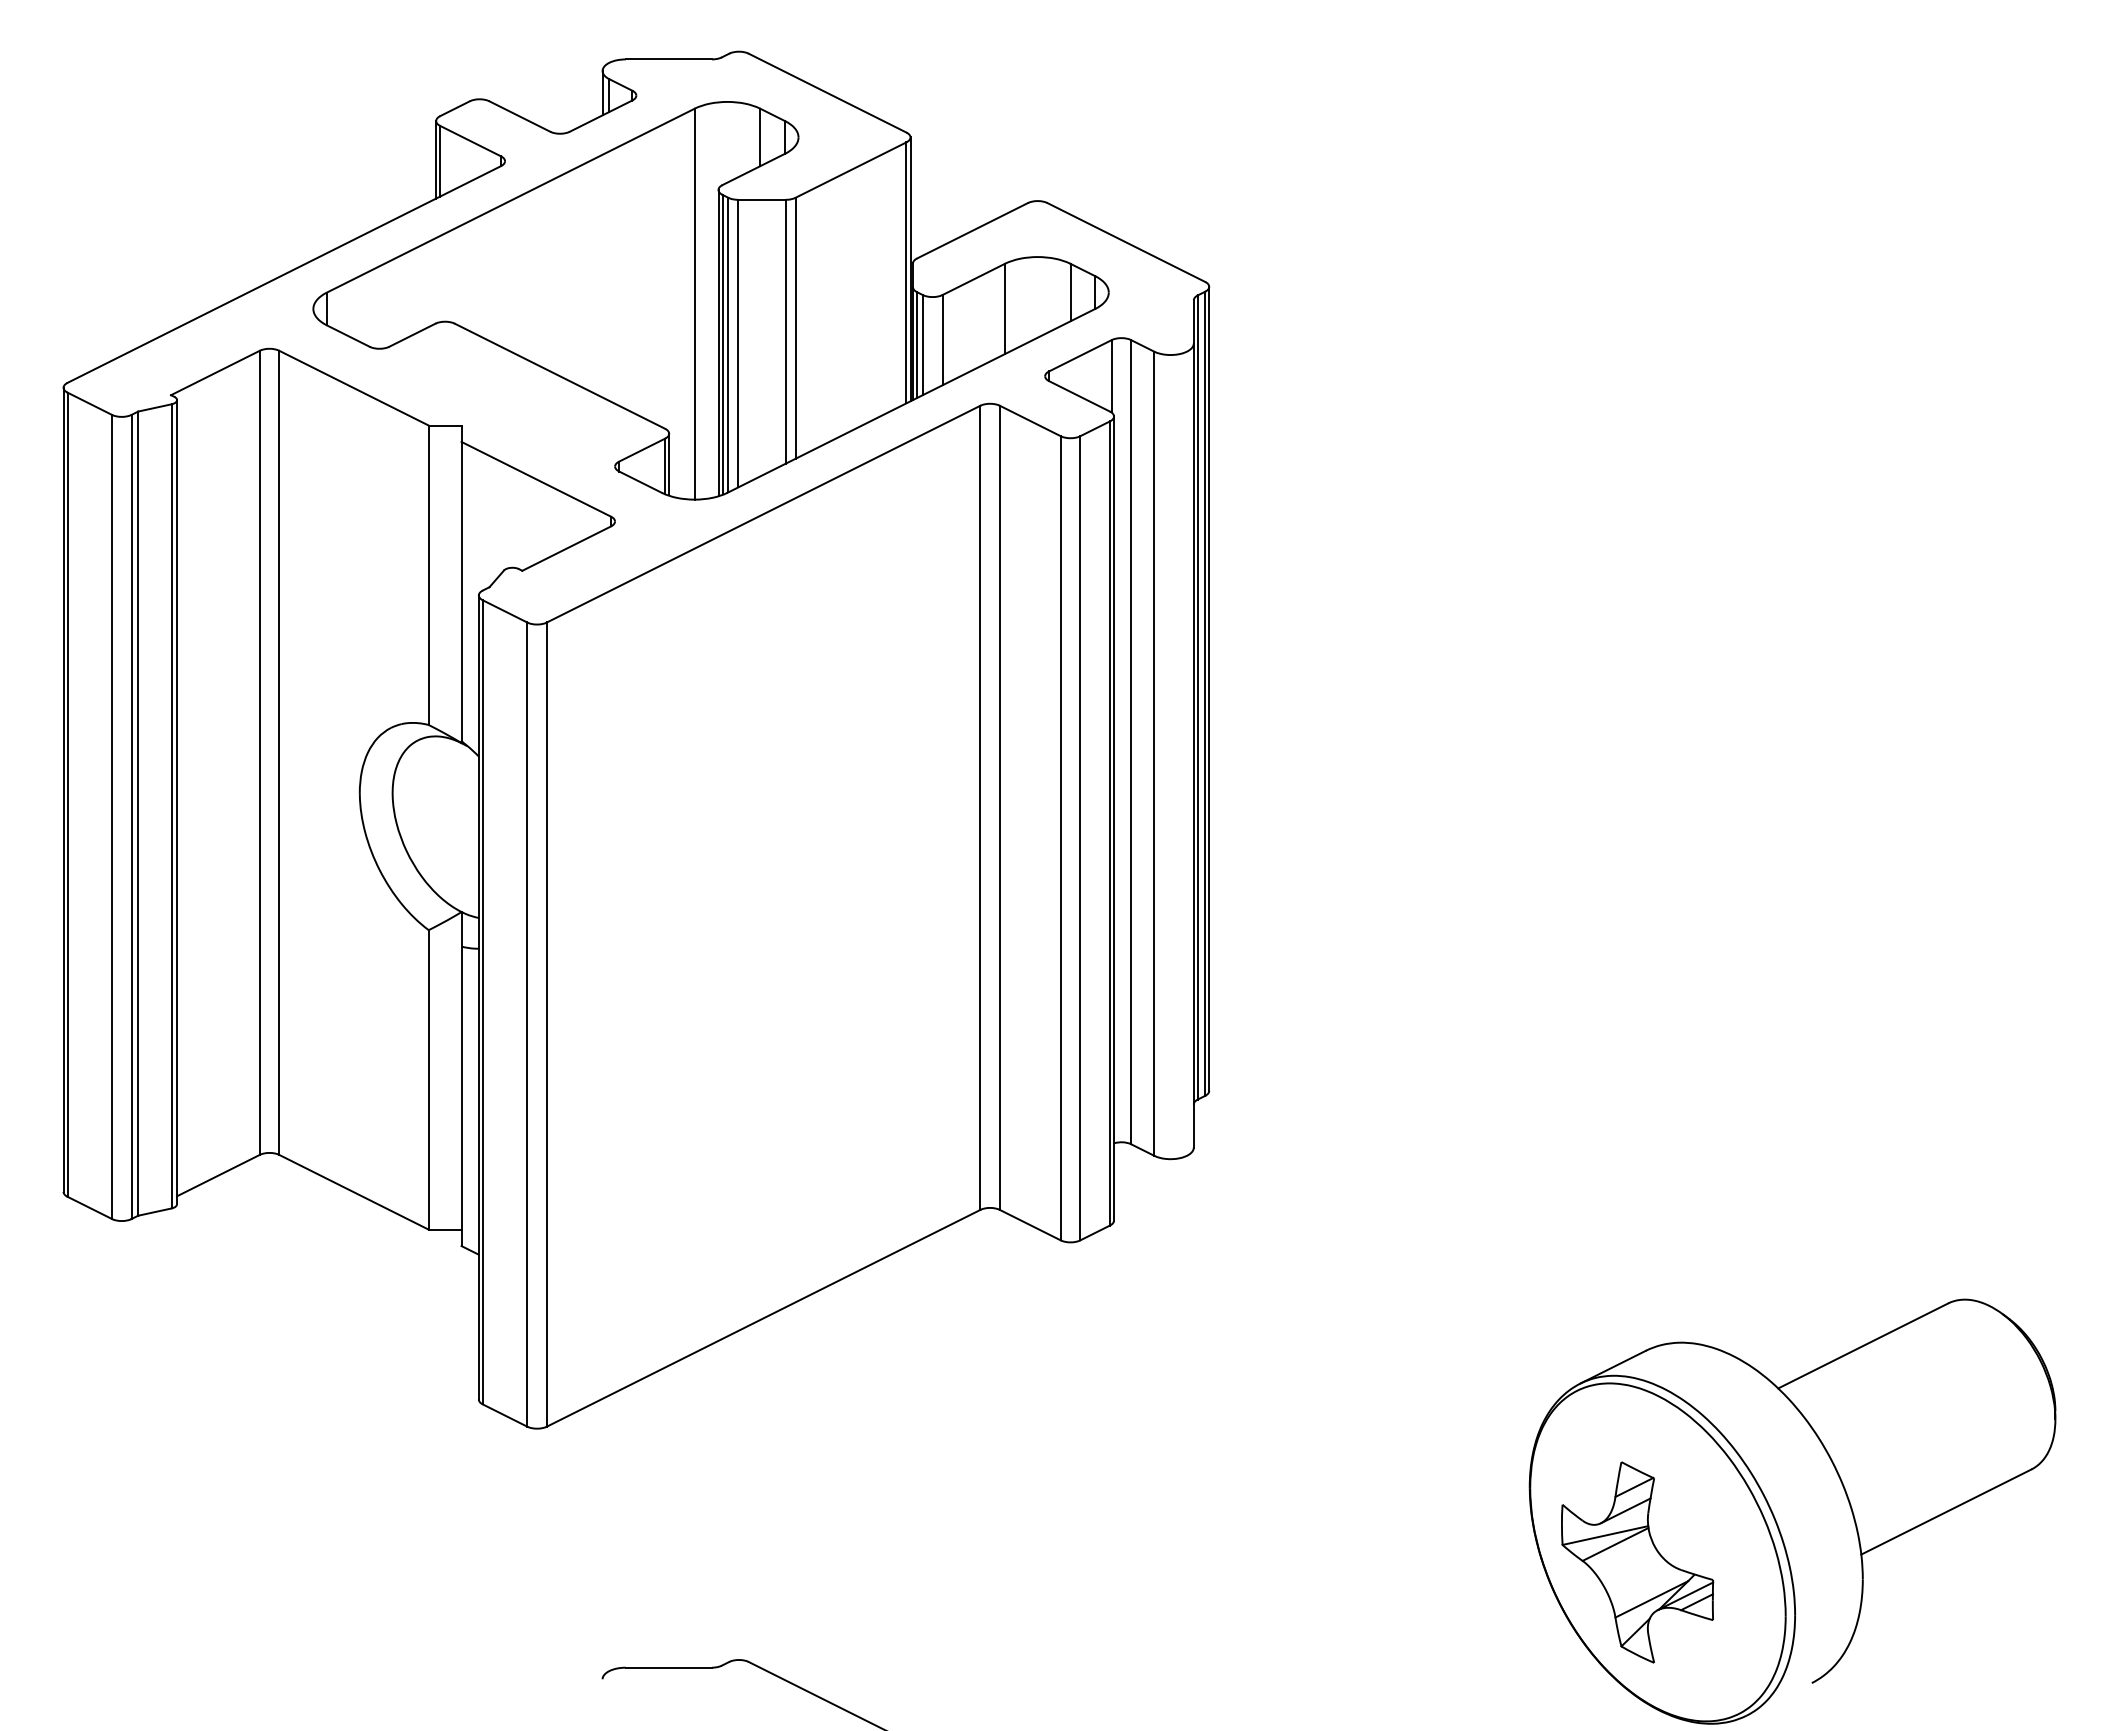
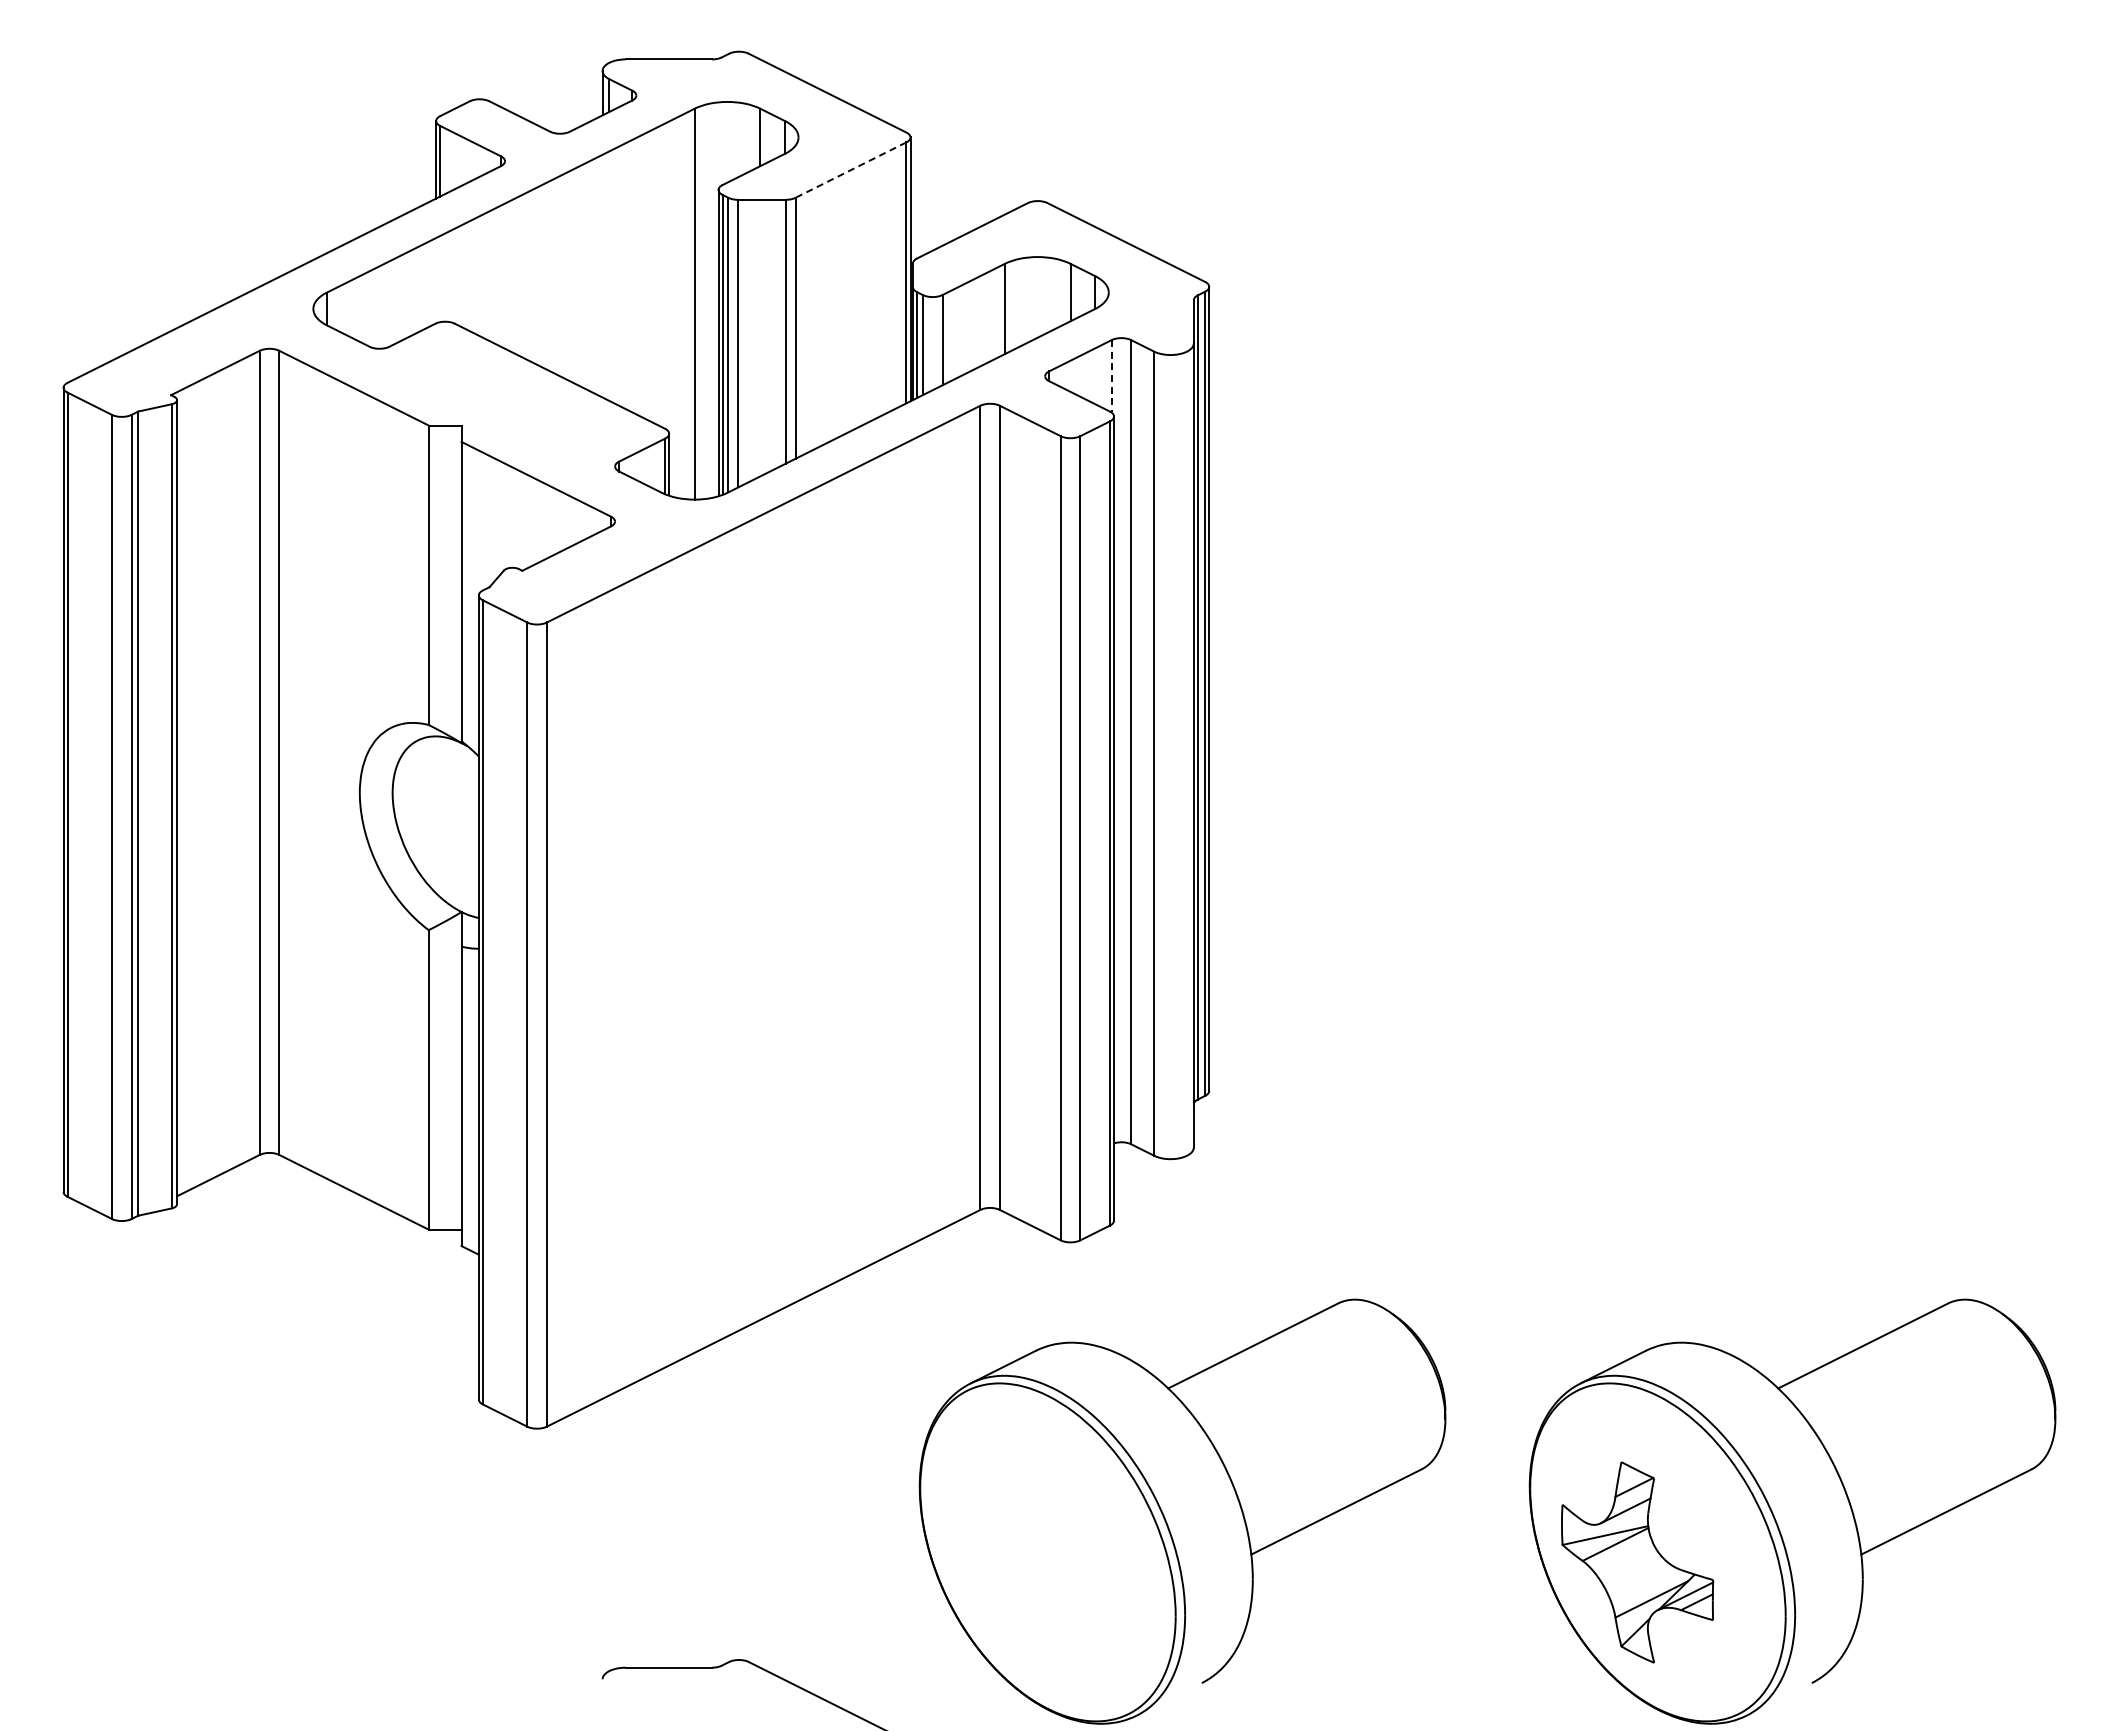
line at (851, 170): solid -> dashed
line at (1111, 375): solid -> dashed
part at (1165, 1517): none -> present
